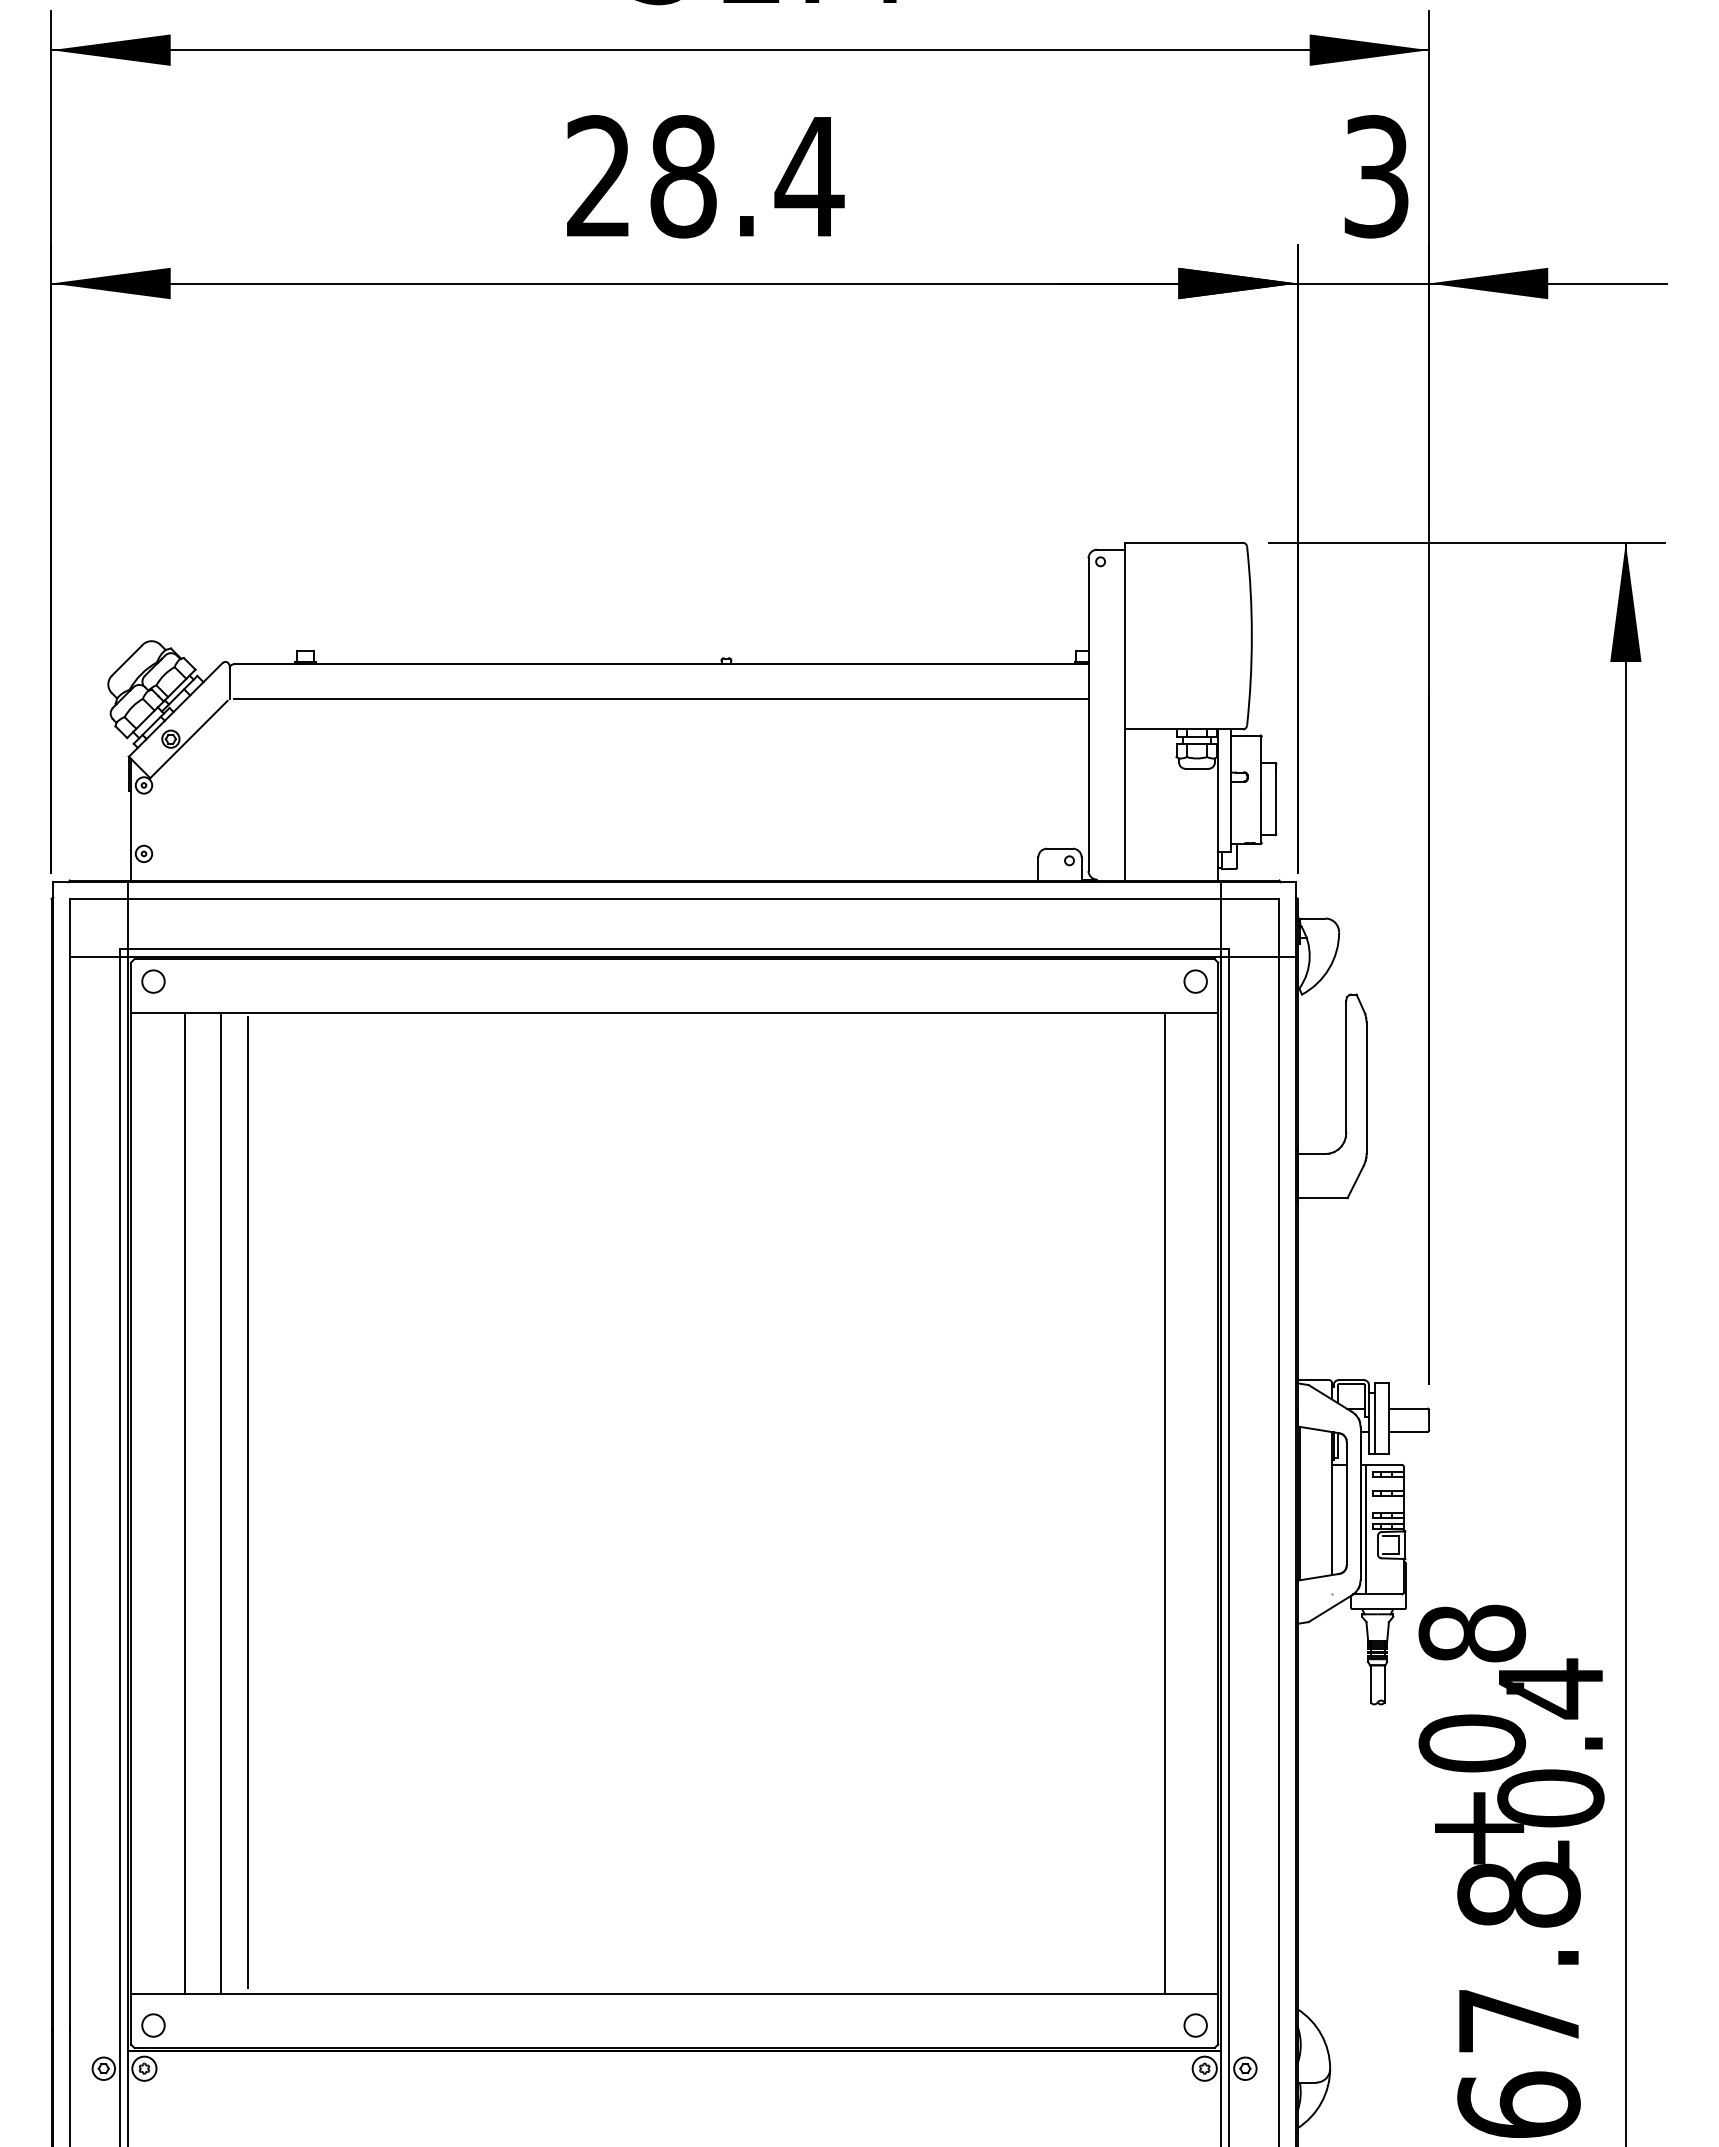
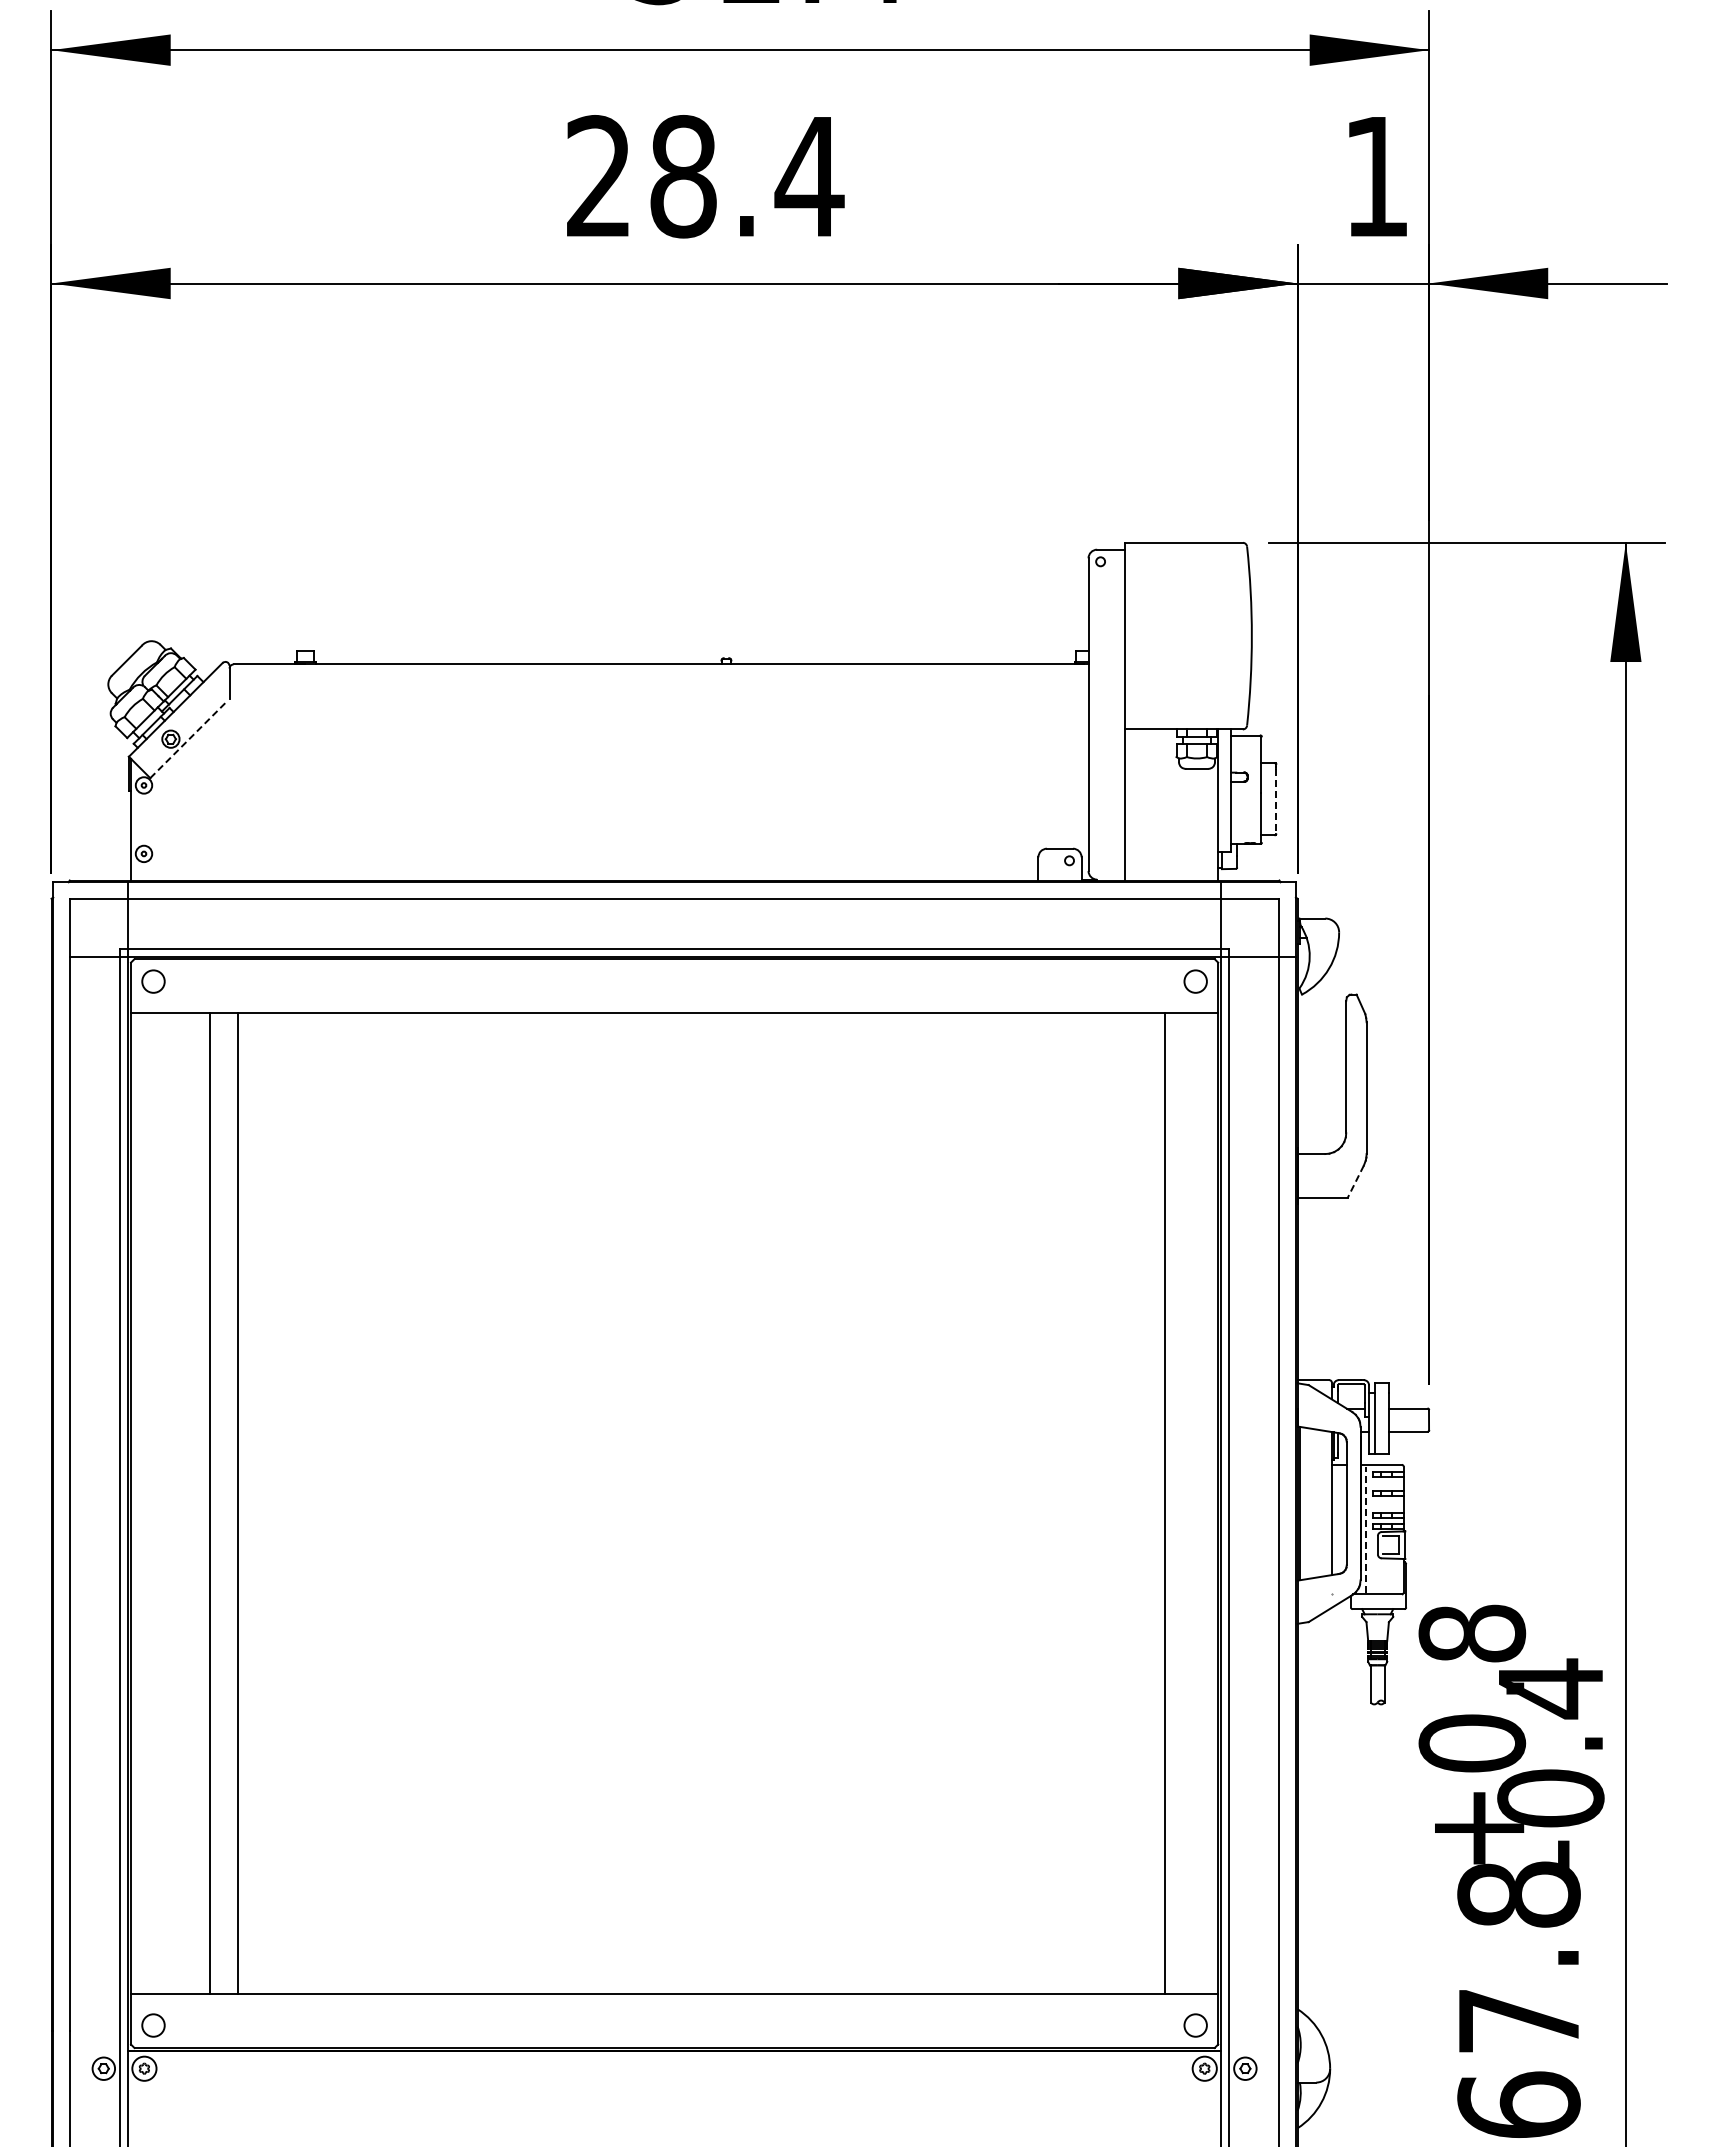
text at (1376, 176): 3 -> 1
line at (660, 699): present -> none
line at (188, 739): solid -> dashed
line at (1276, 802): solid -> dashed
line at (1355, 1182): solid -> dashed
line at (247, 1502): present -> none
line at (184, 1503) position: (184, 1503) -> (209, 1503)
line at (220, 1503) position: (220, 1503) -> (237, 1503)
line at (1365, 1529): solid -> dashed
